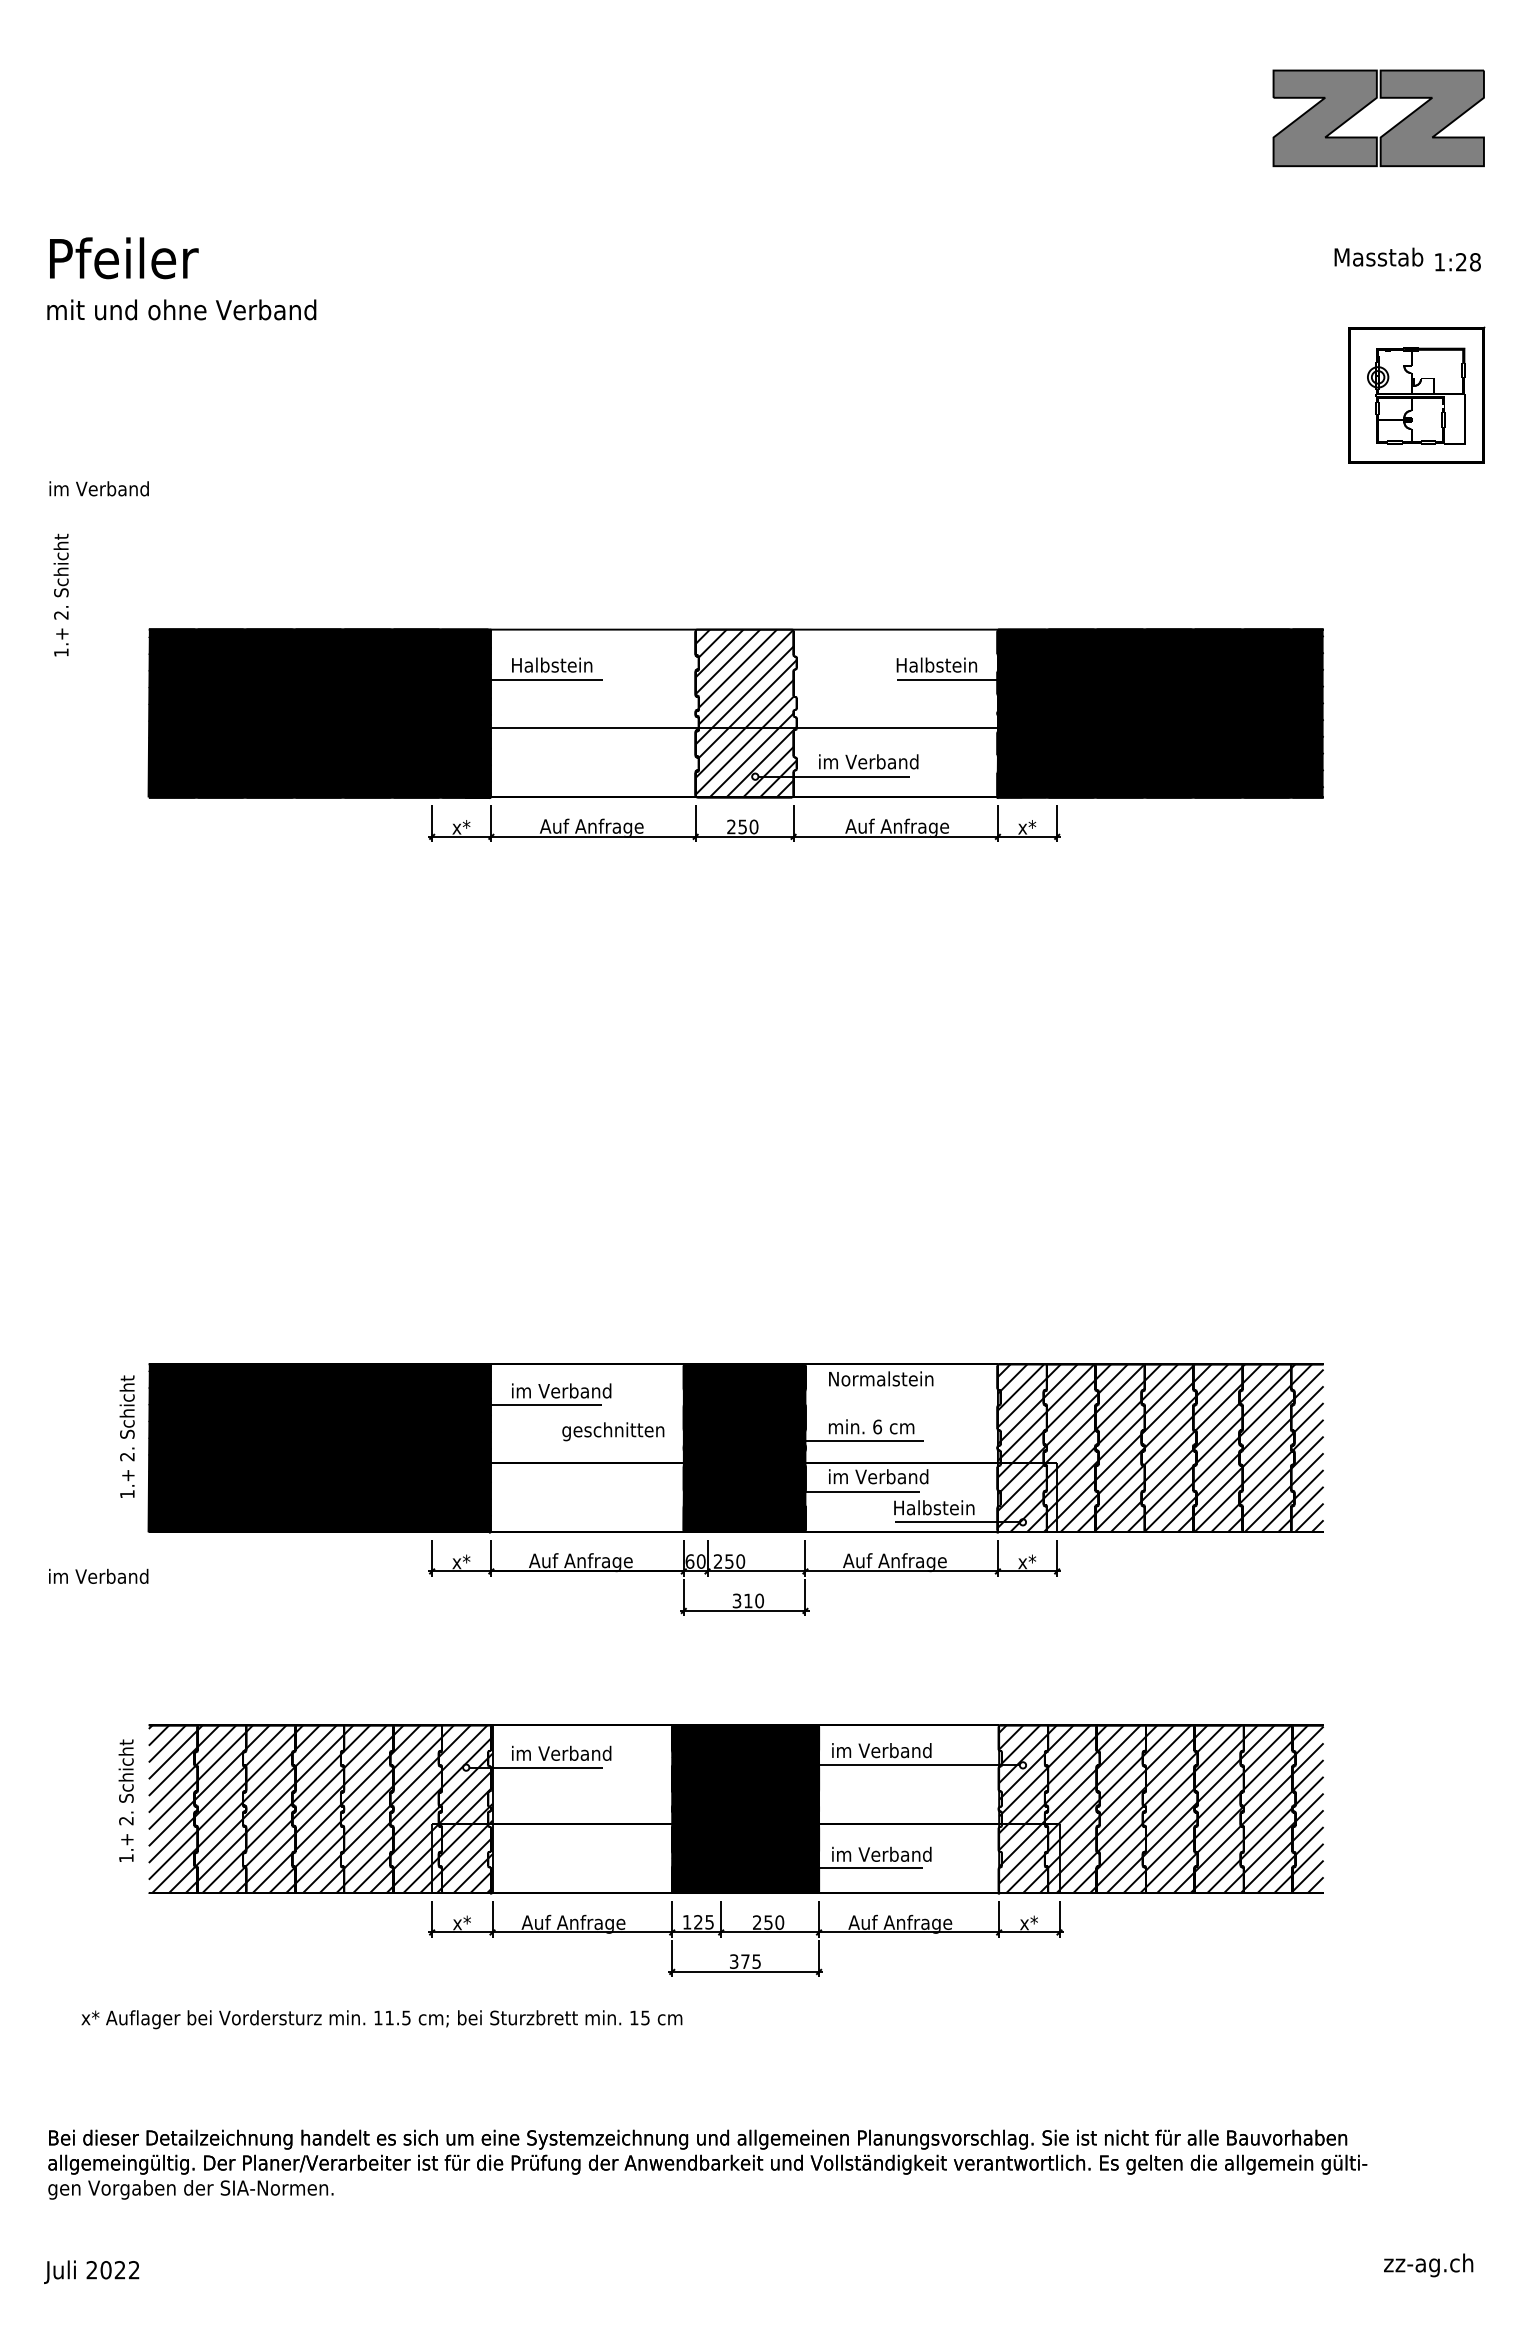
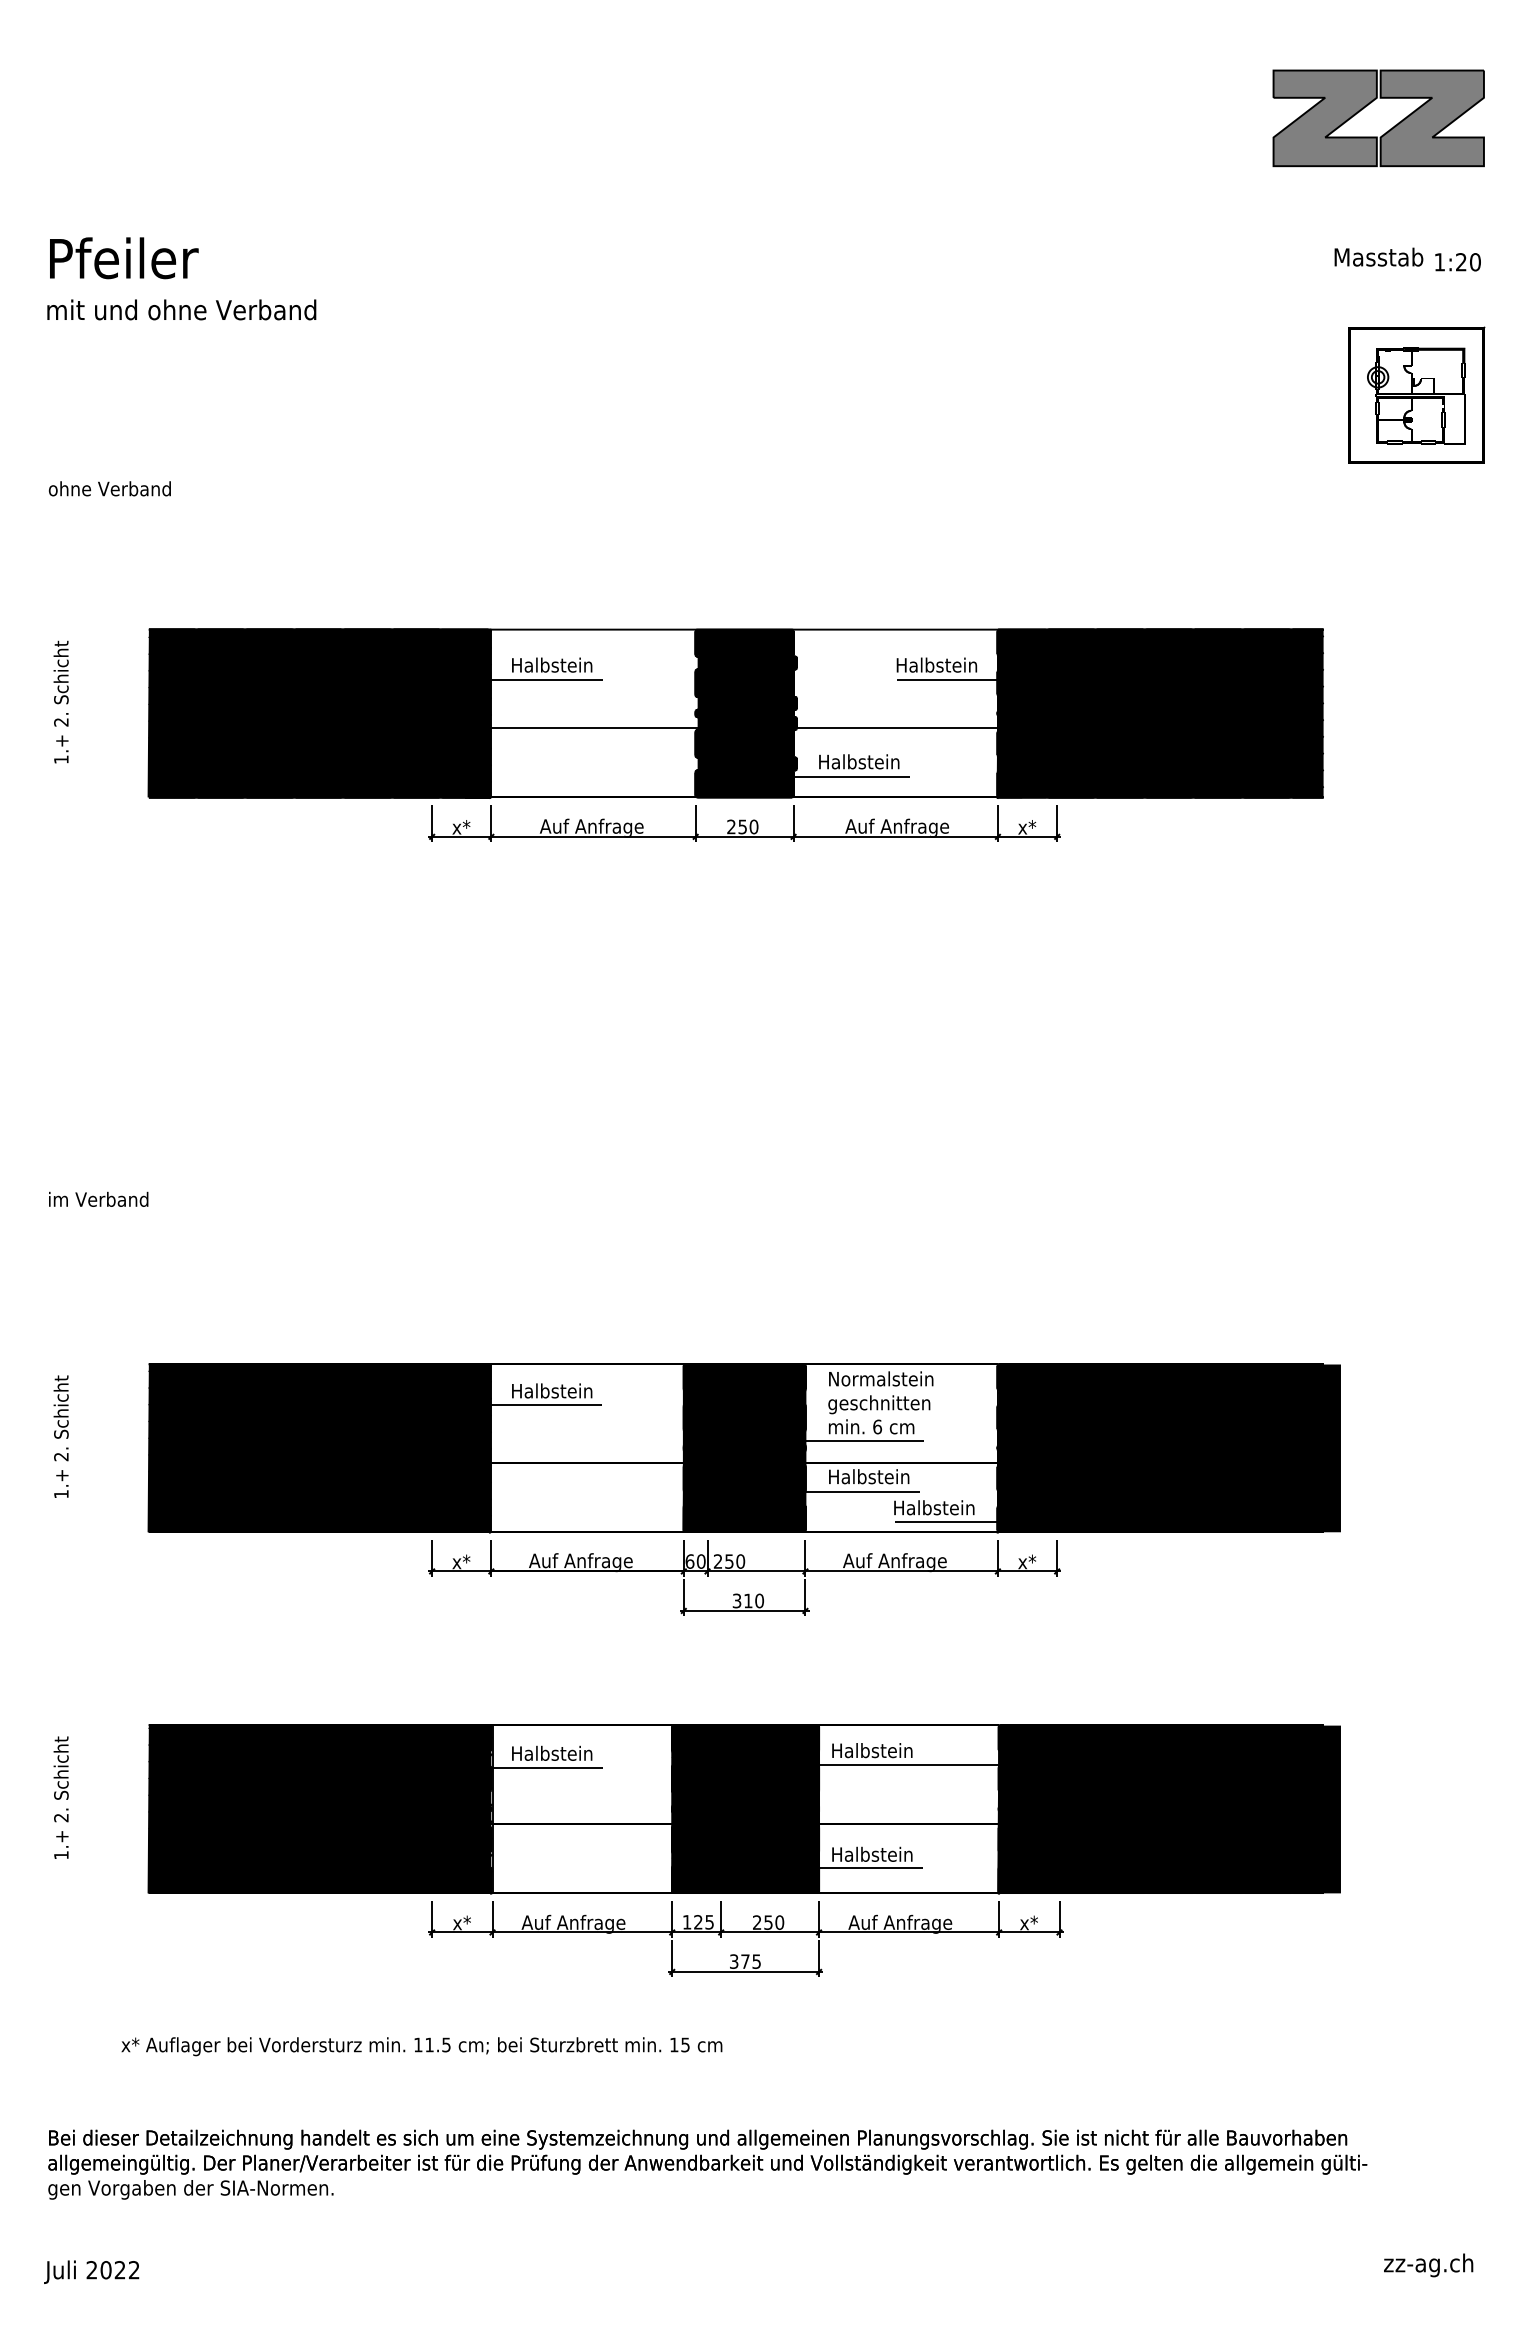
text at (1475, 262): 1:28 -> 1:20
text at (109, 488): im Verband -> ohne Verband
text at (60, 594) position: (60, 594) -> (60, 701)
fill at (745, 713): none -> present
text at (868, 761): im Verband -> Halbstein
text at (561, 1390): im Verband -> Halbstein
text at (613, 1431) position: (613, 1431) -> (879, 1404)
text at (126, 1436) position: (126, 1436) -> (60, 1436)
fill at (1168, 1448): none -> present
text at (878, 1476): im Verband -> Halbstein
text at (98, 1575) position: (98, 1575) -> (98, 1198)
text at (881, 1750): im Verband -> Halbstein
text at (561, 1752): im Verband -> Halbstein
text at (125, 1800) position: (125, 1800) -> (60, 1797)
fill at (319, 1809): none -> present
fill at (1168, 1809): none -> present
text at (881, 1853): im Verband -> Halbstein
text at (381, 2019) position: (381, 2019) -> (421, 2046)
